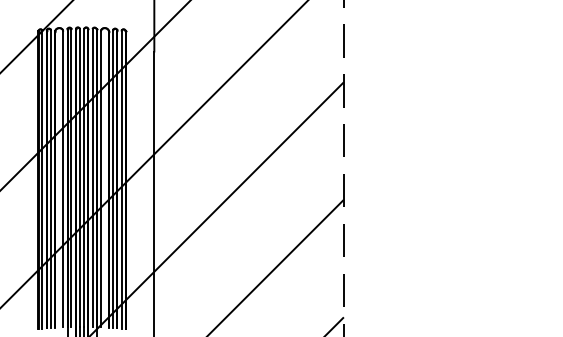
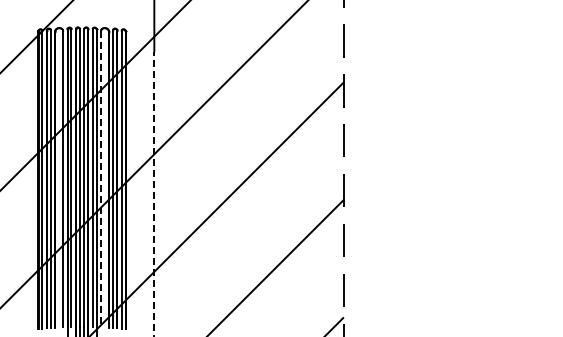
line at (101, 179): solid -> dashed
line at (154, 194): solid -> dashed
